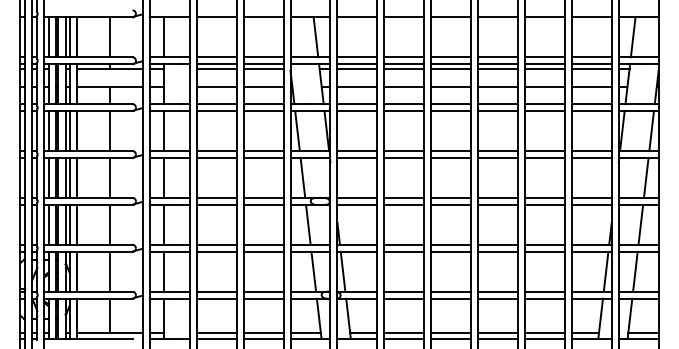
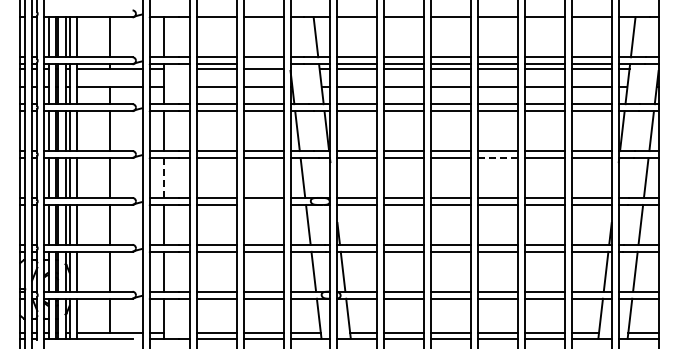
line at (263, 64): present -> none
line at (498, 158): solid -> dashed
line at (163, 178): solid -> dashed
line at (263, 204): present -> none
